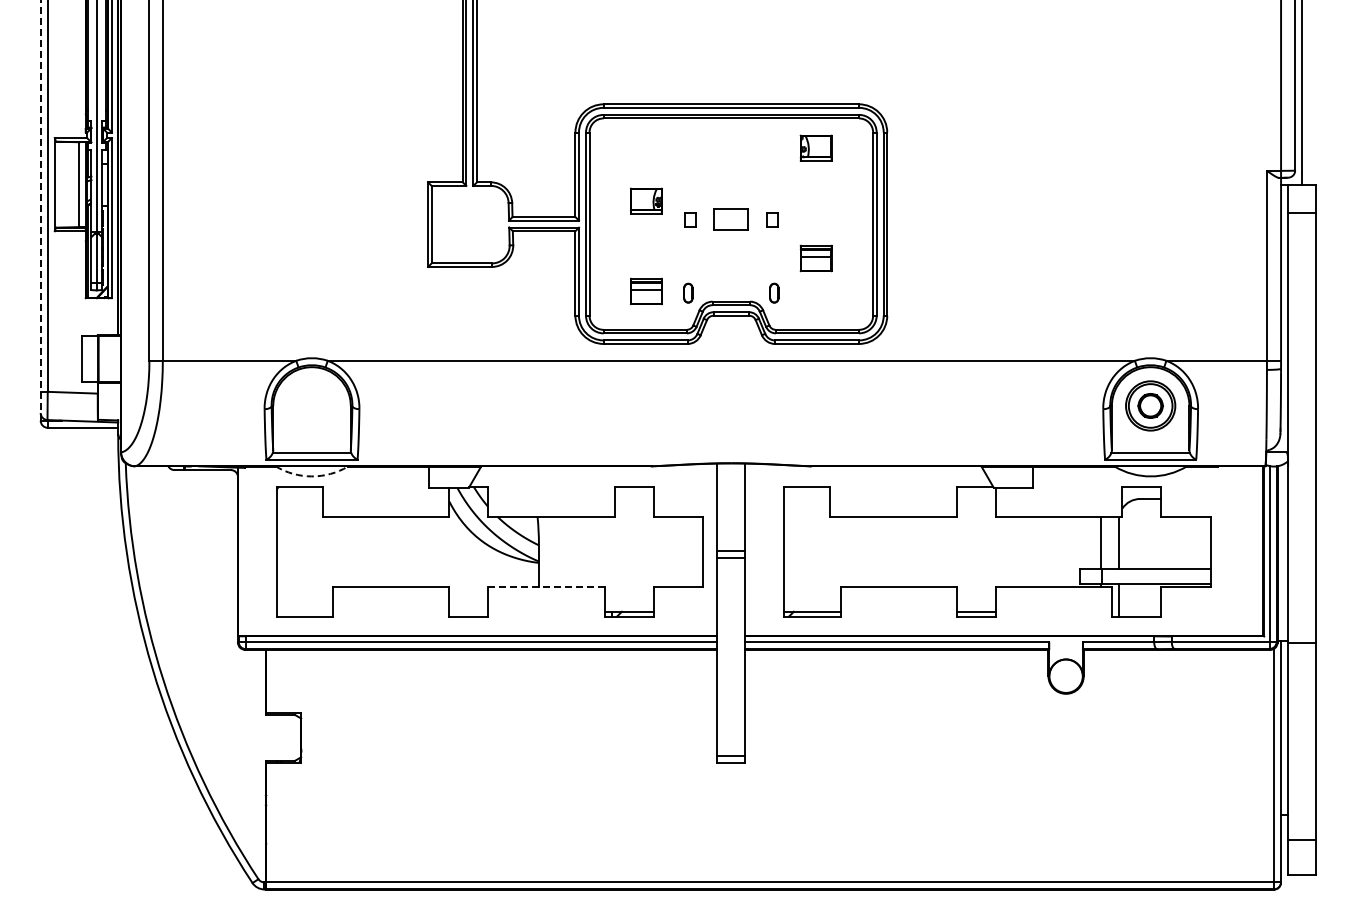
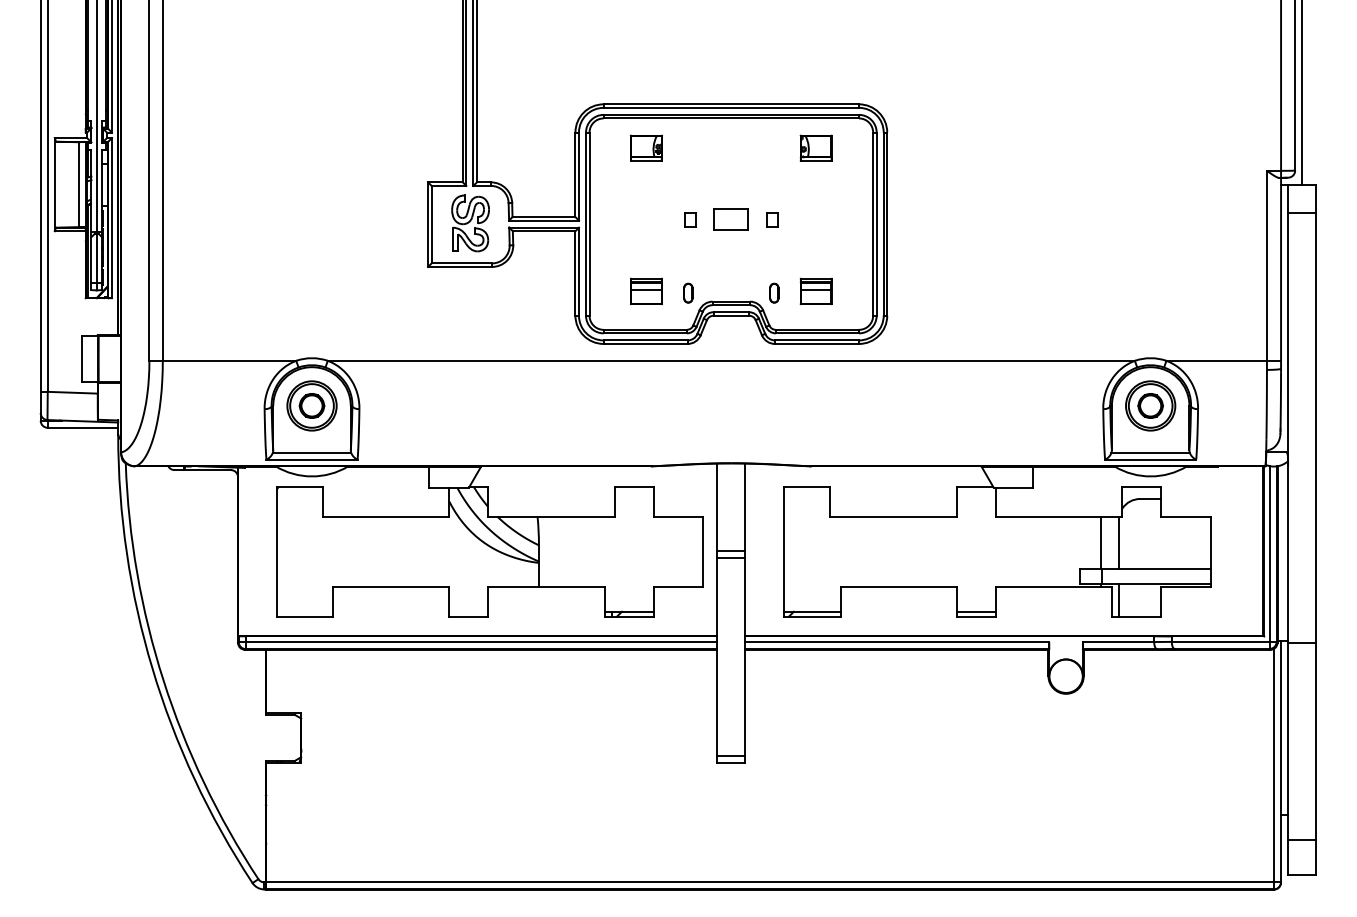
part at (645, 200) position: (645, 200) -> (645, 147)
line at (40, 210): dashed -> solid
part at (470, 223): none -> present
part at (815, 258) position: (815, 258) -> (815, 291)
part at (311, 405): none -> present
arc at (311, 476): dashed -> solid
line at (545, 587): dashed -> solid
